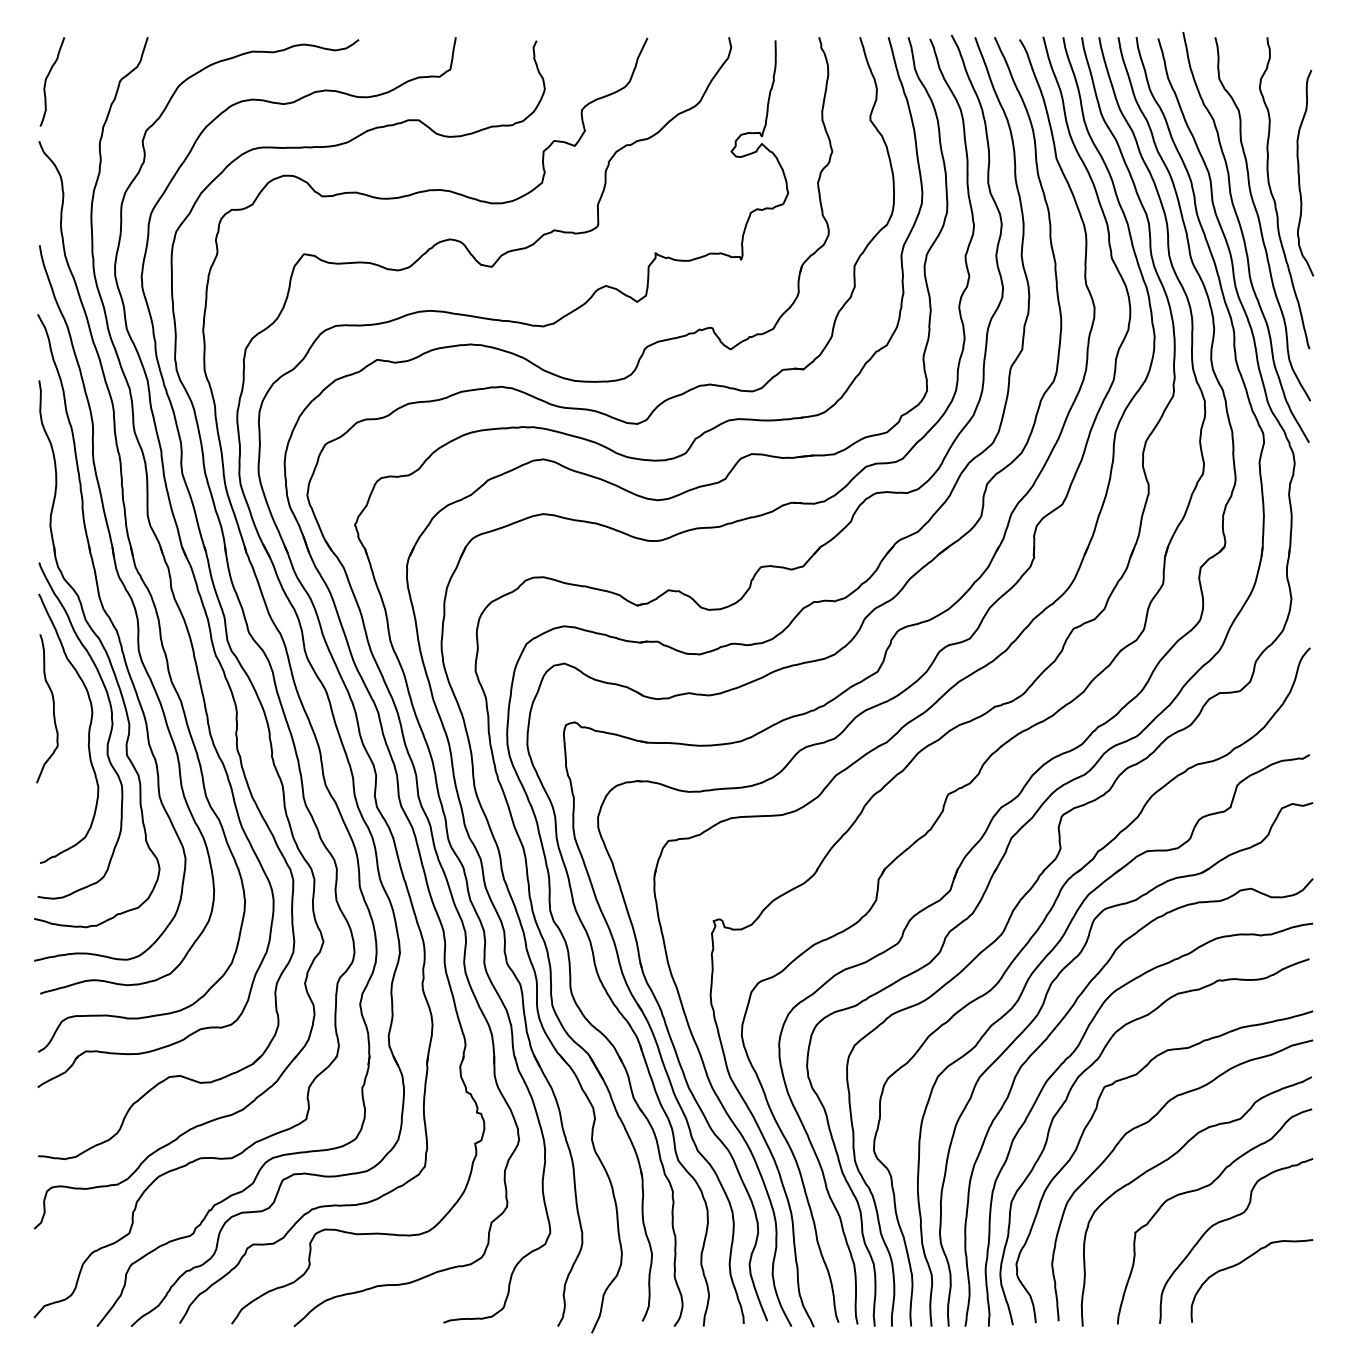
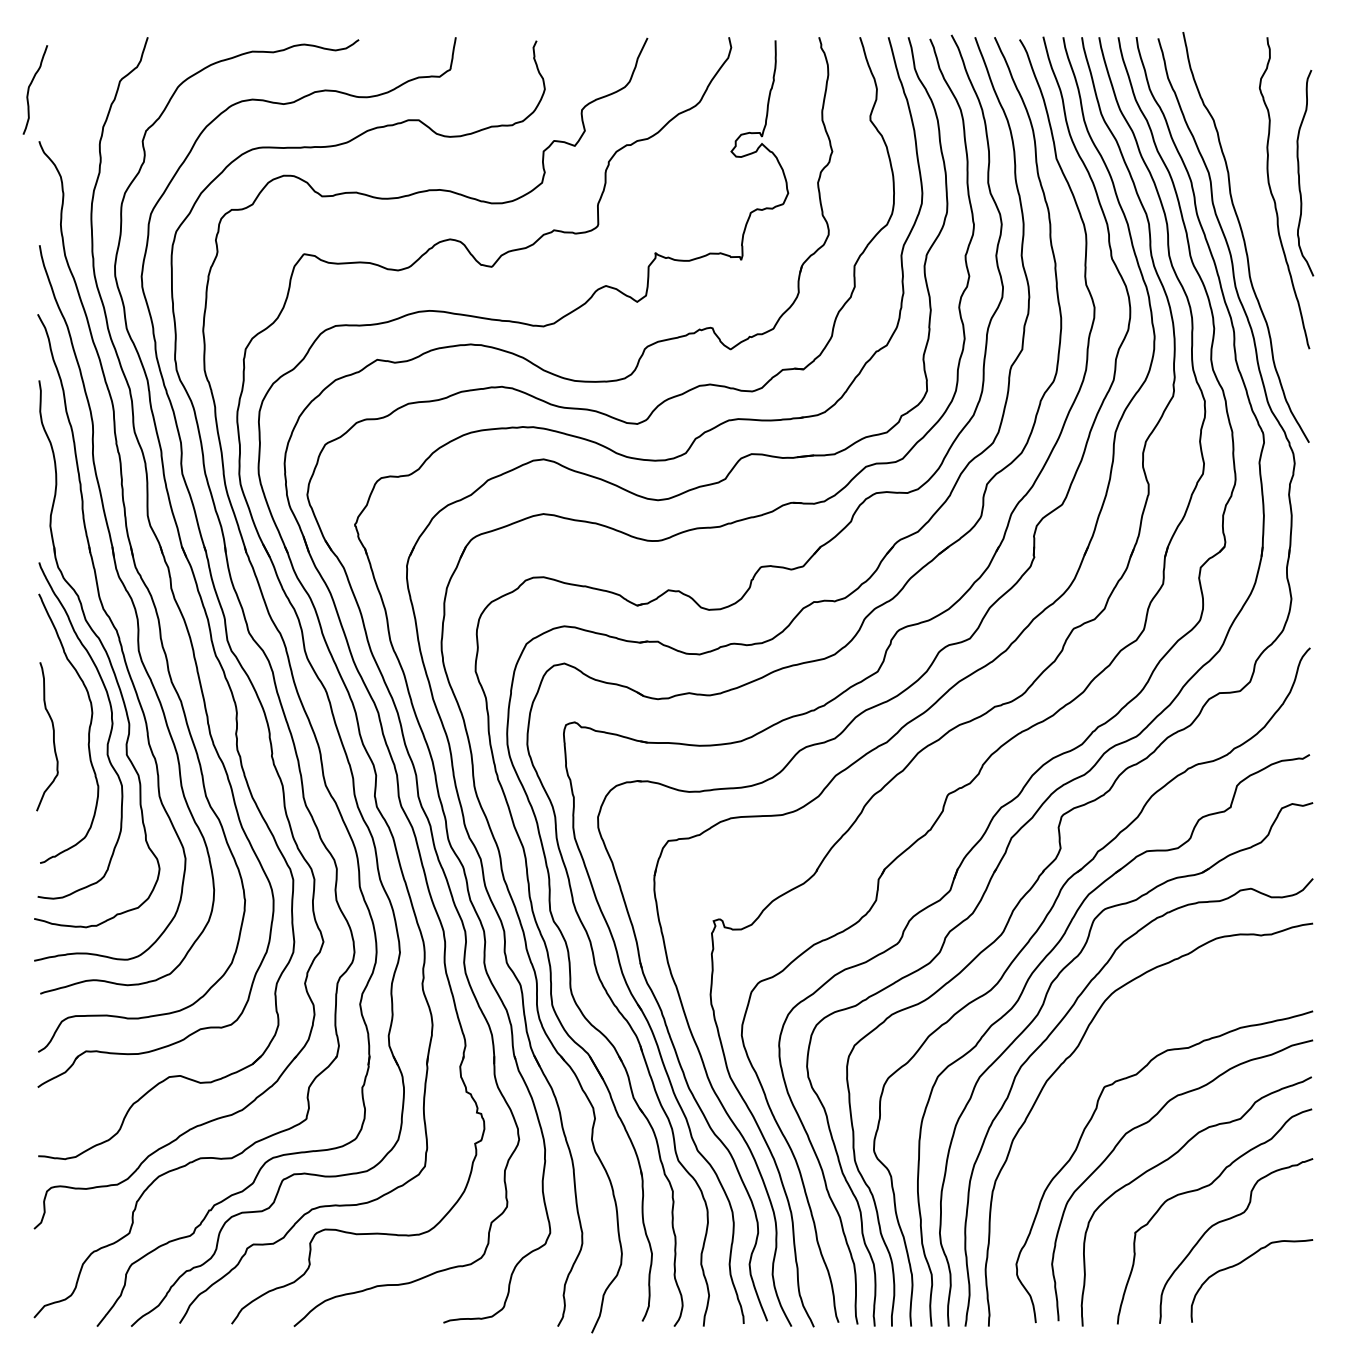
curve at (47, 78) position: (47, 78) -> (30, 86)
curve at (1260, 221): present -> none
curve at (53, 708) position: (53, 708) -> (53, 736)
curve at (1068, 1097): present -> none
